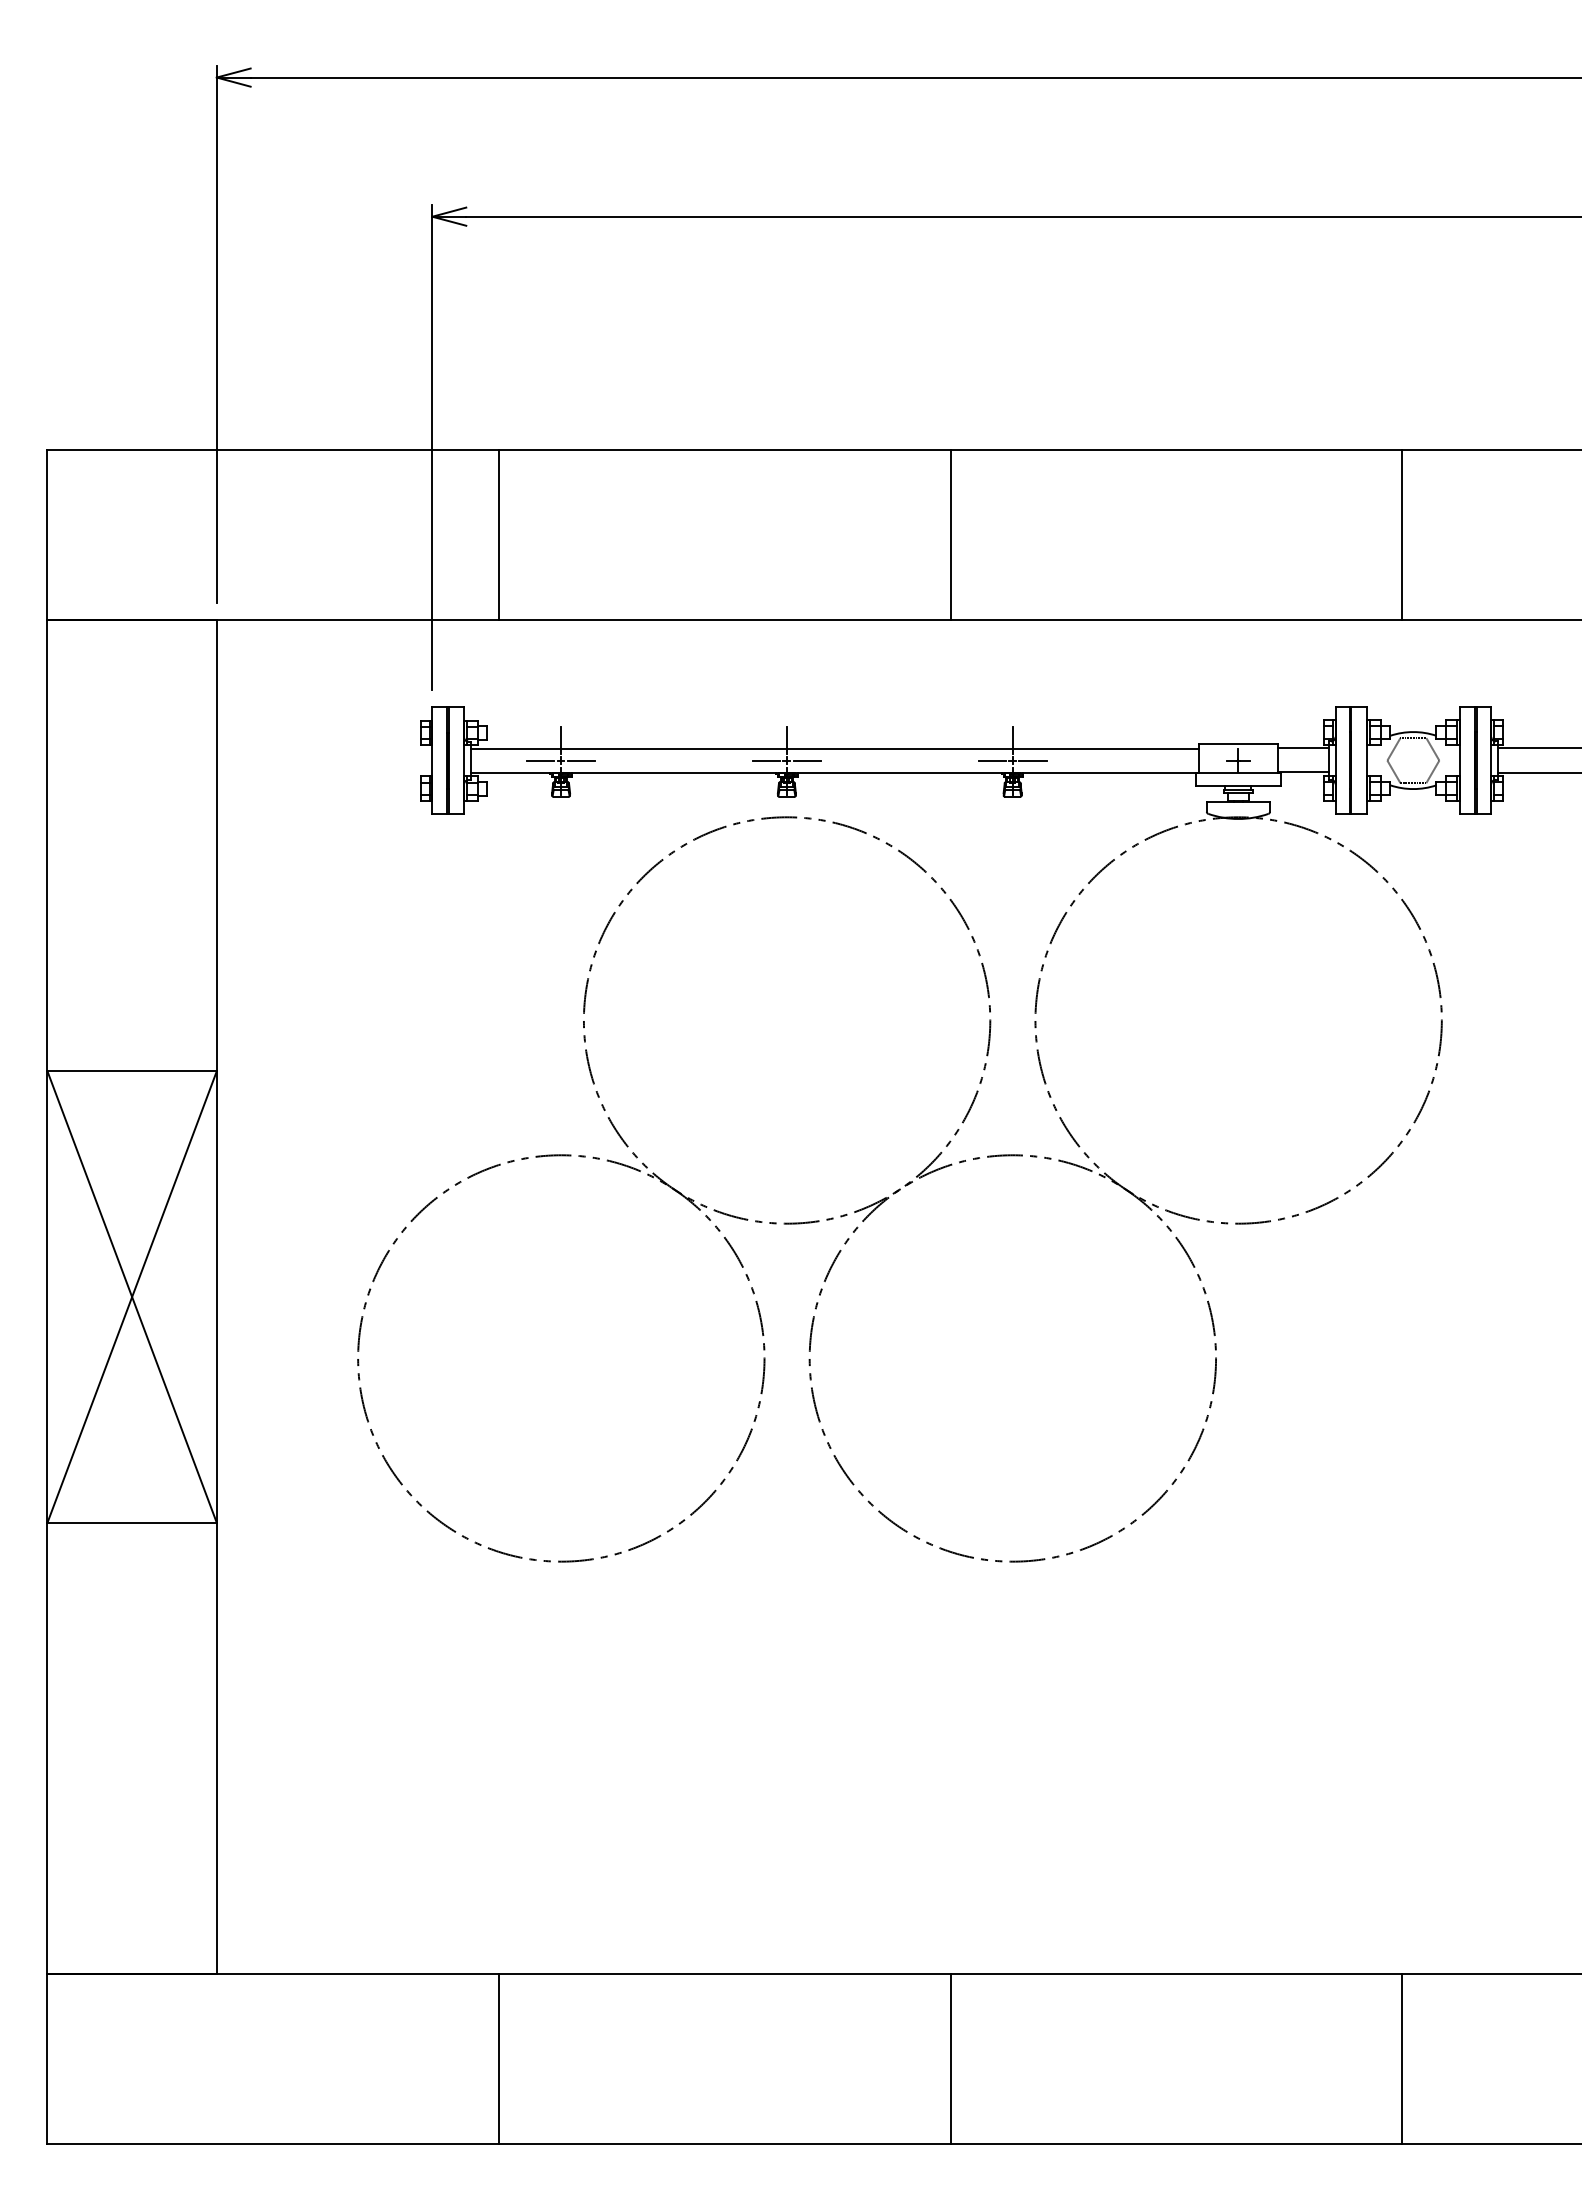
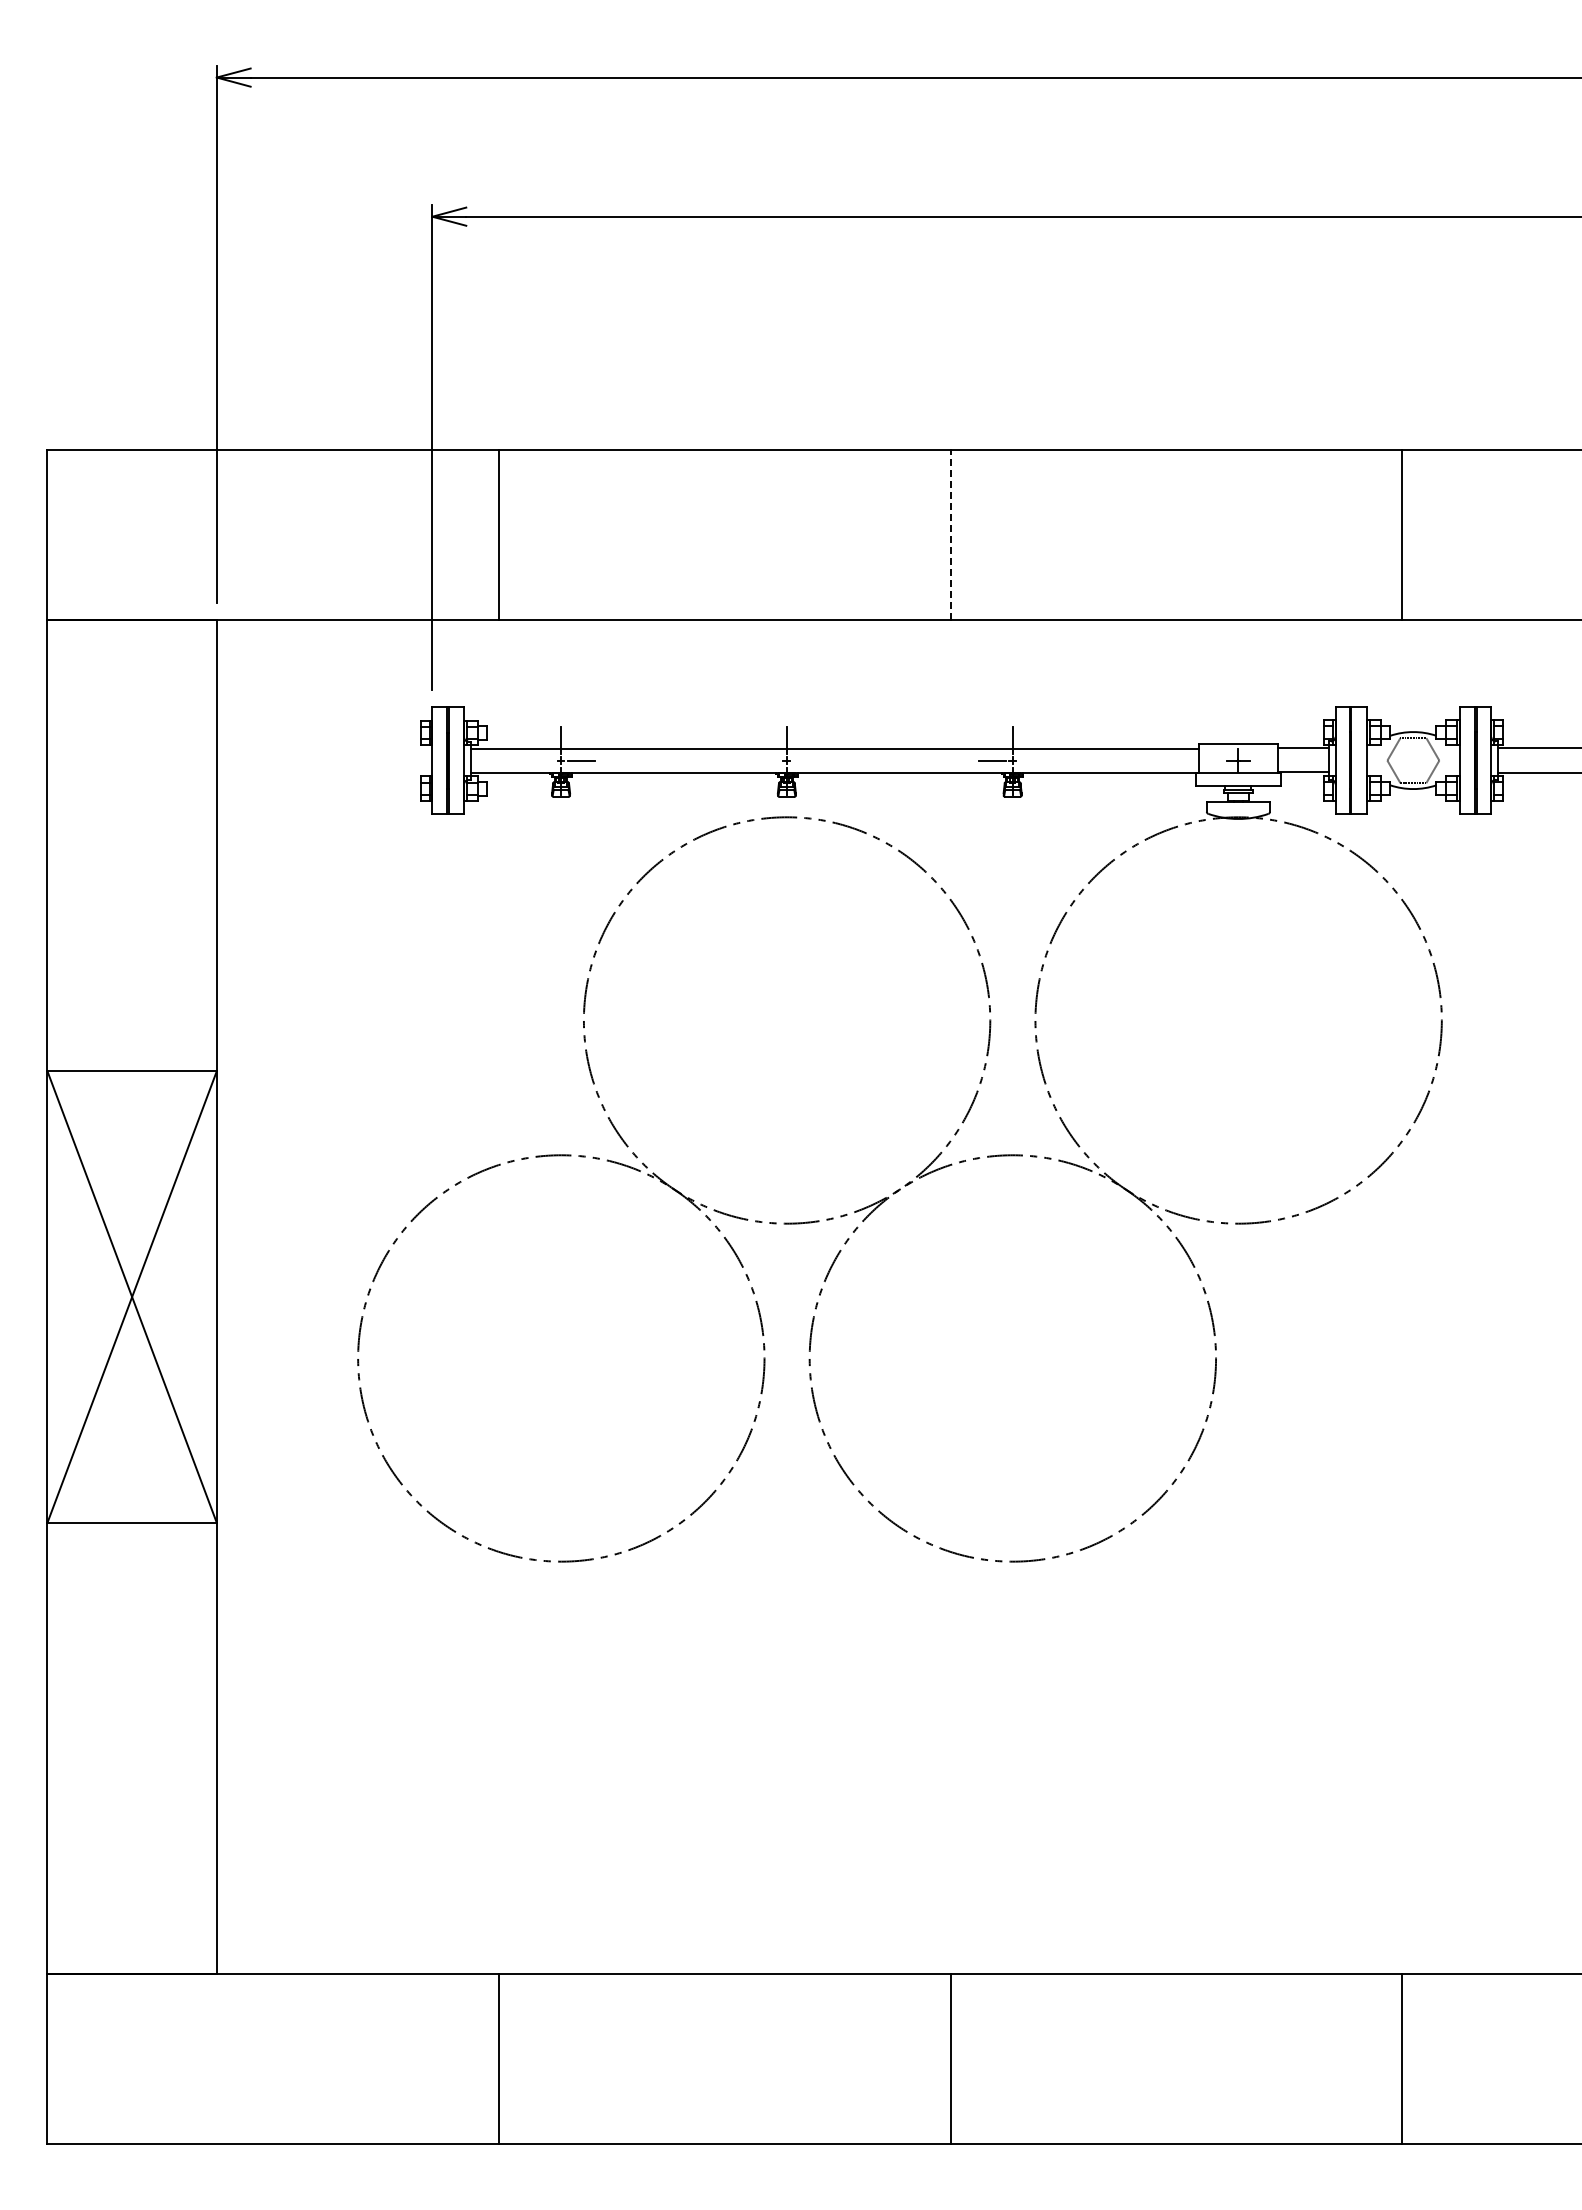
line at (950, 535): solid -> dashed
line at (540, 760): present -> none
line at (766, 760): present -> none
line at (806, 760): present -> none
line at (1032, 760): present -> none
